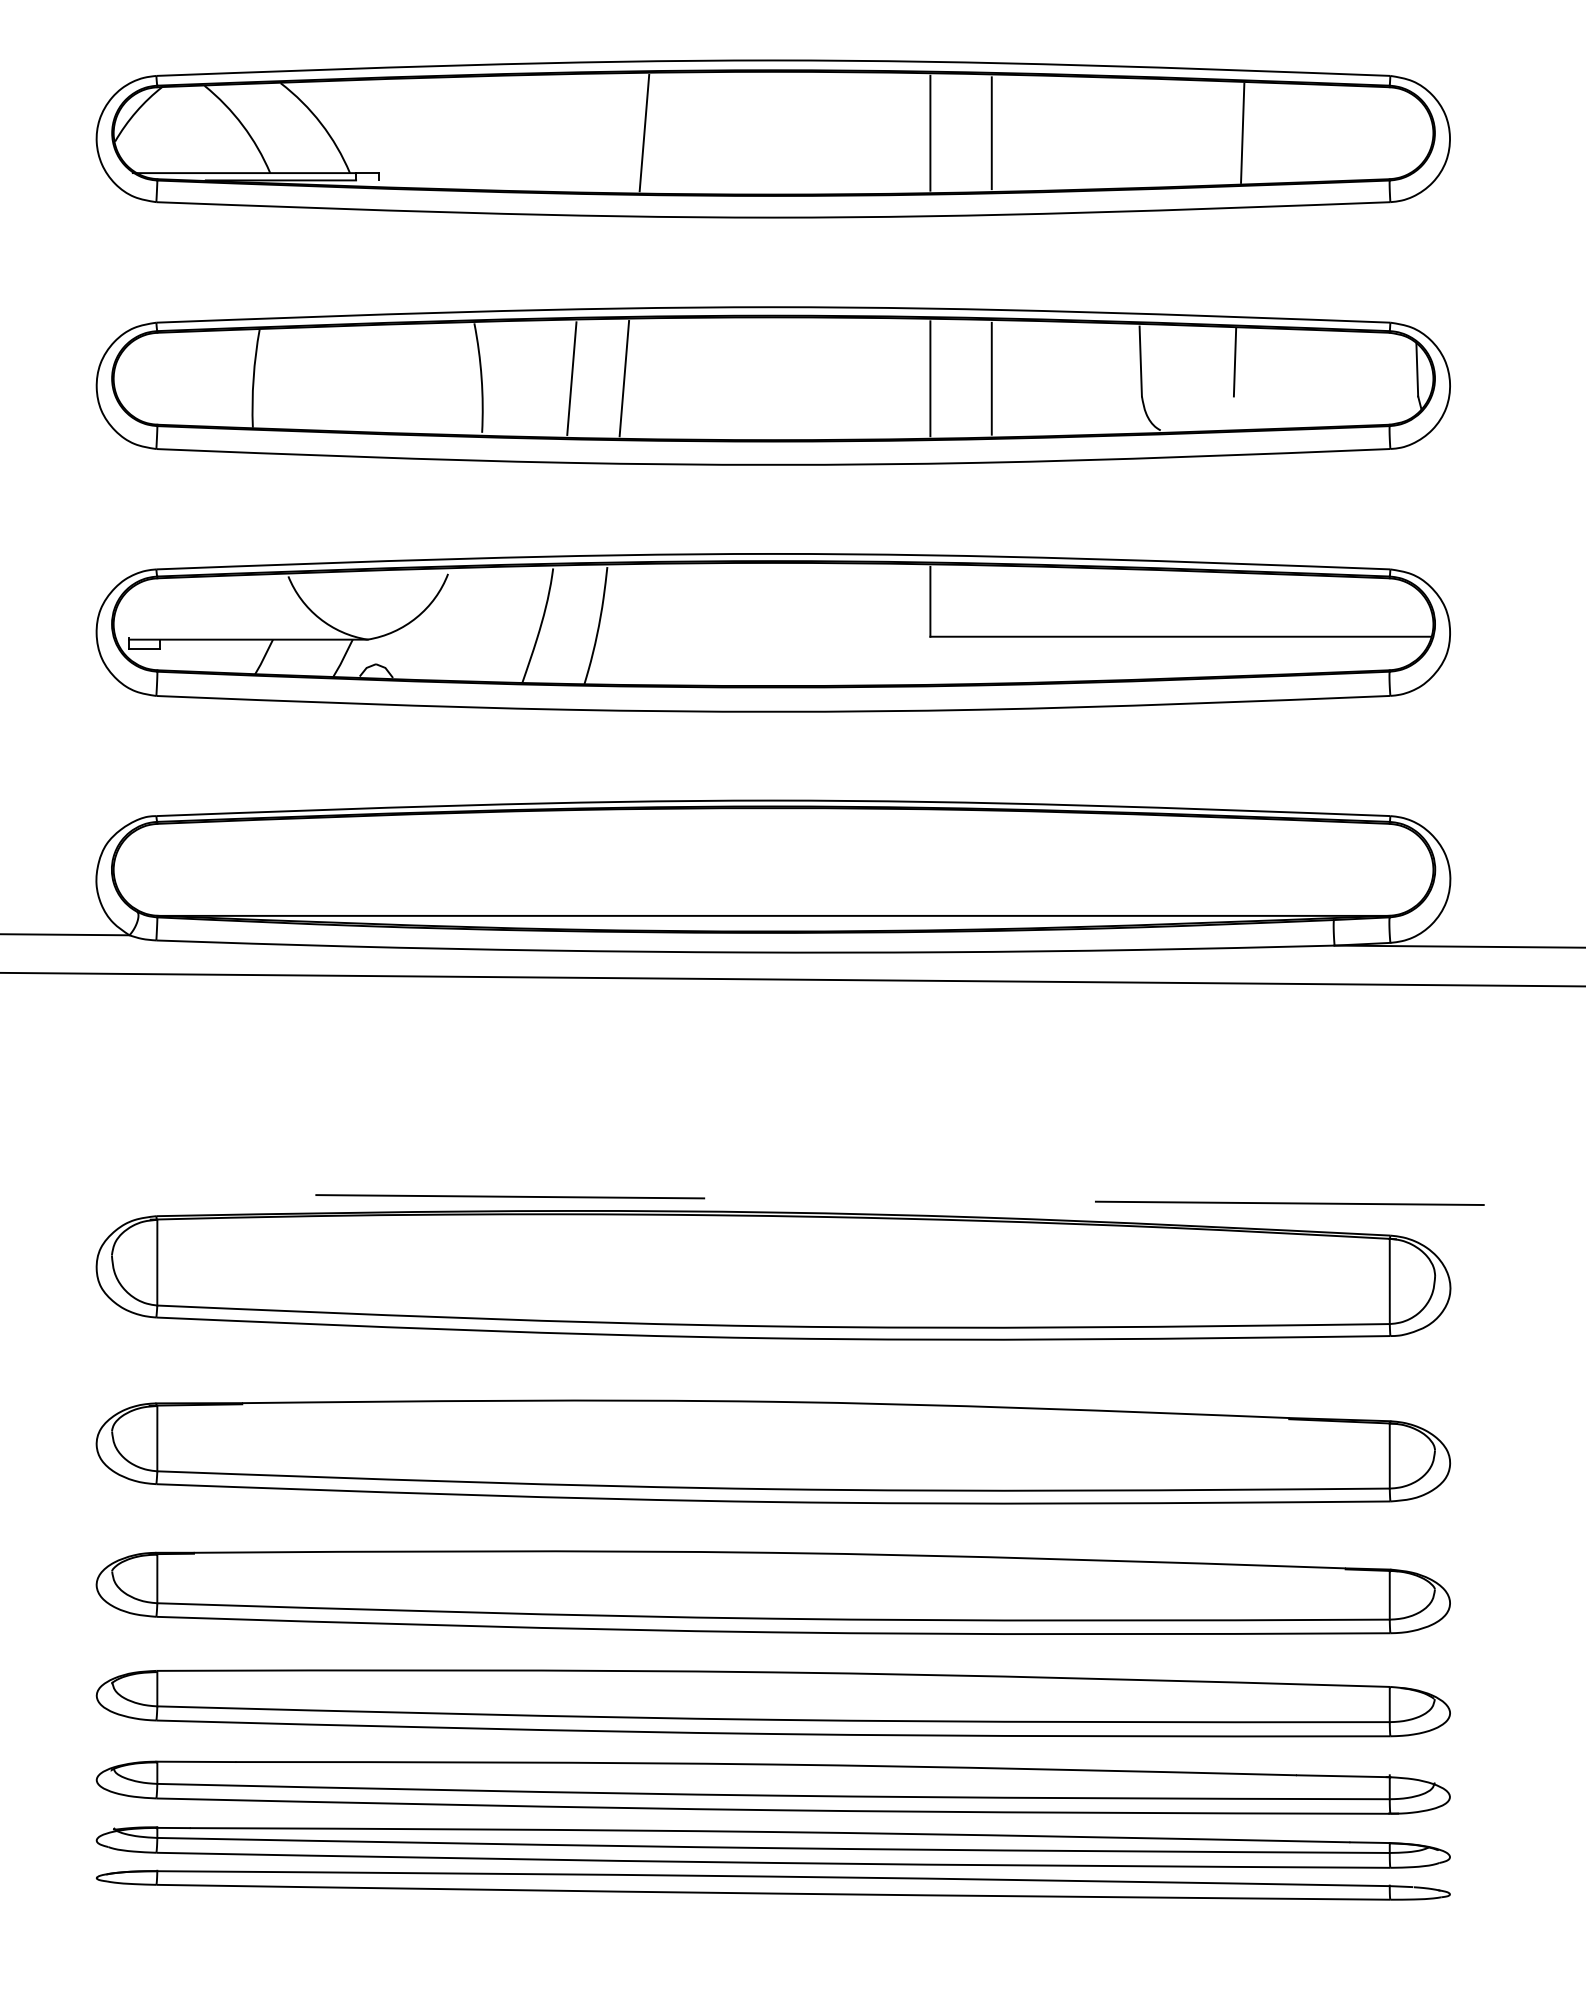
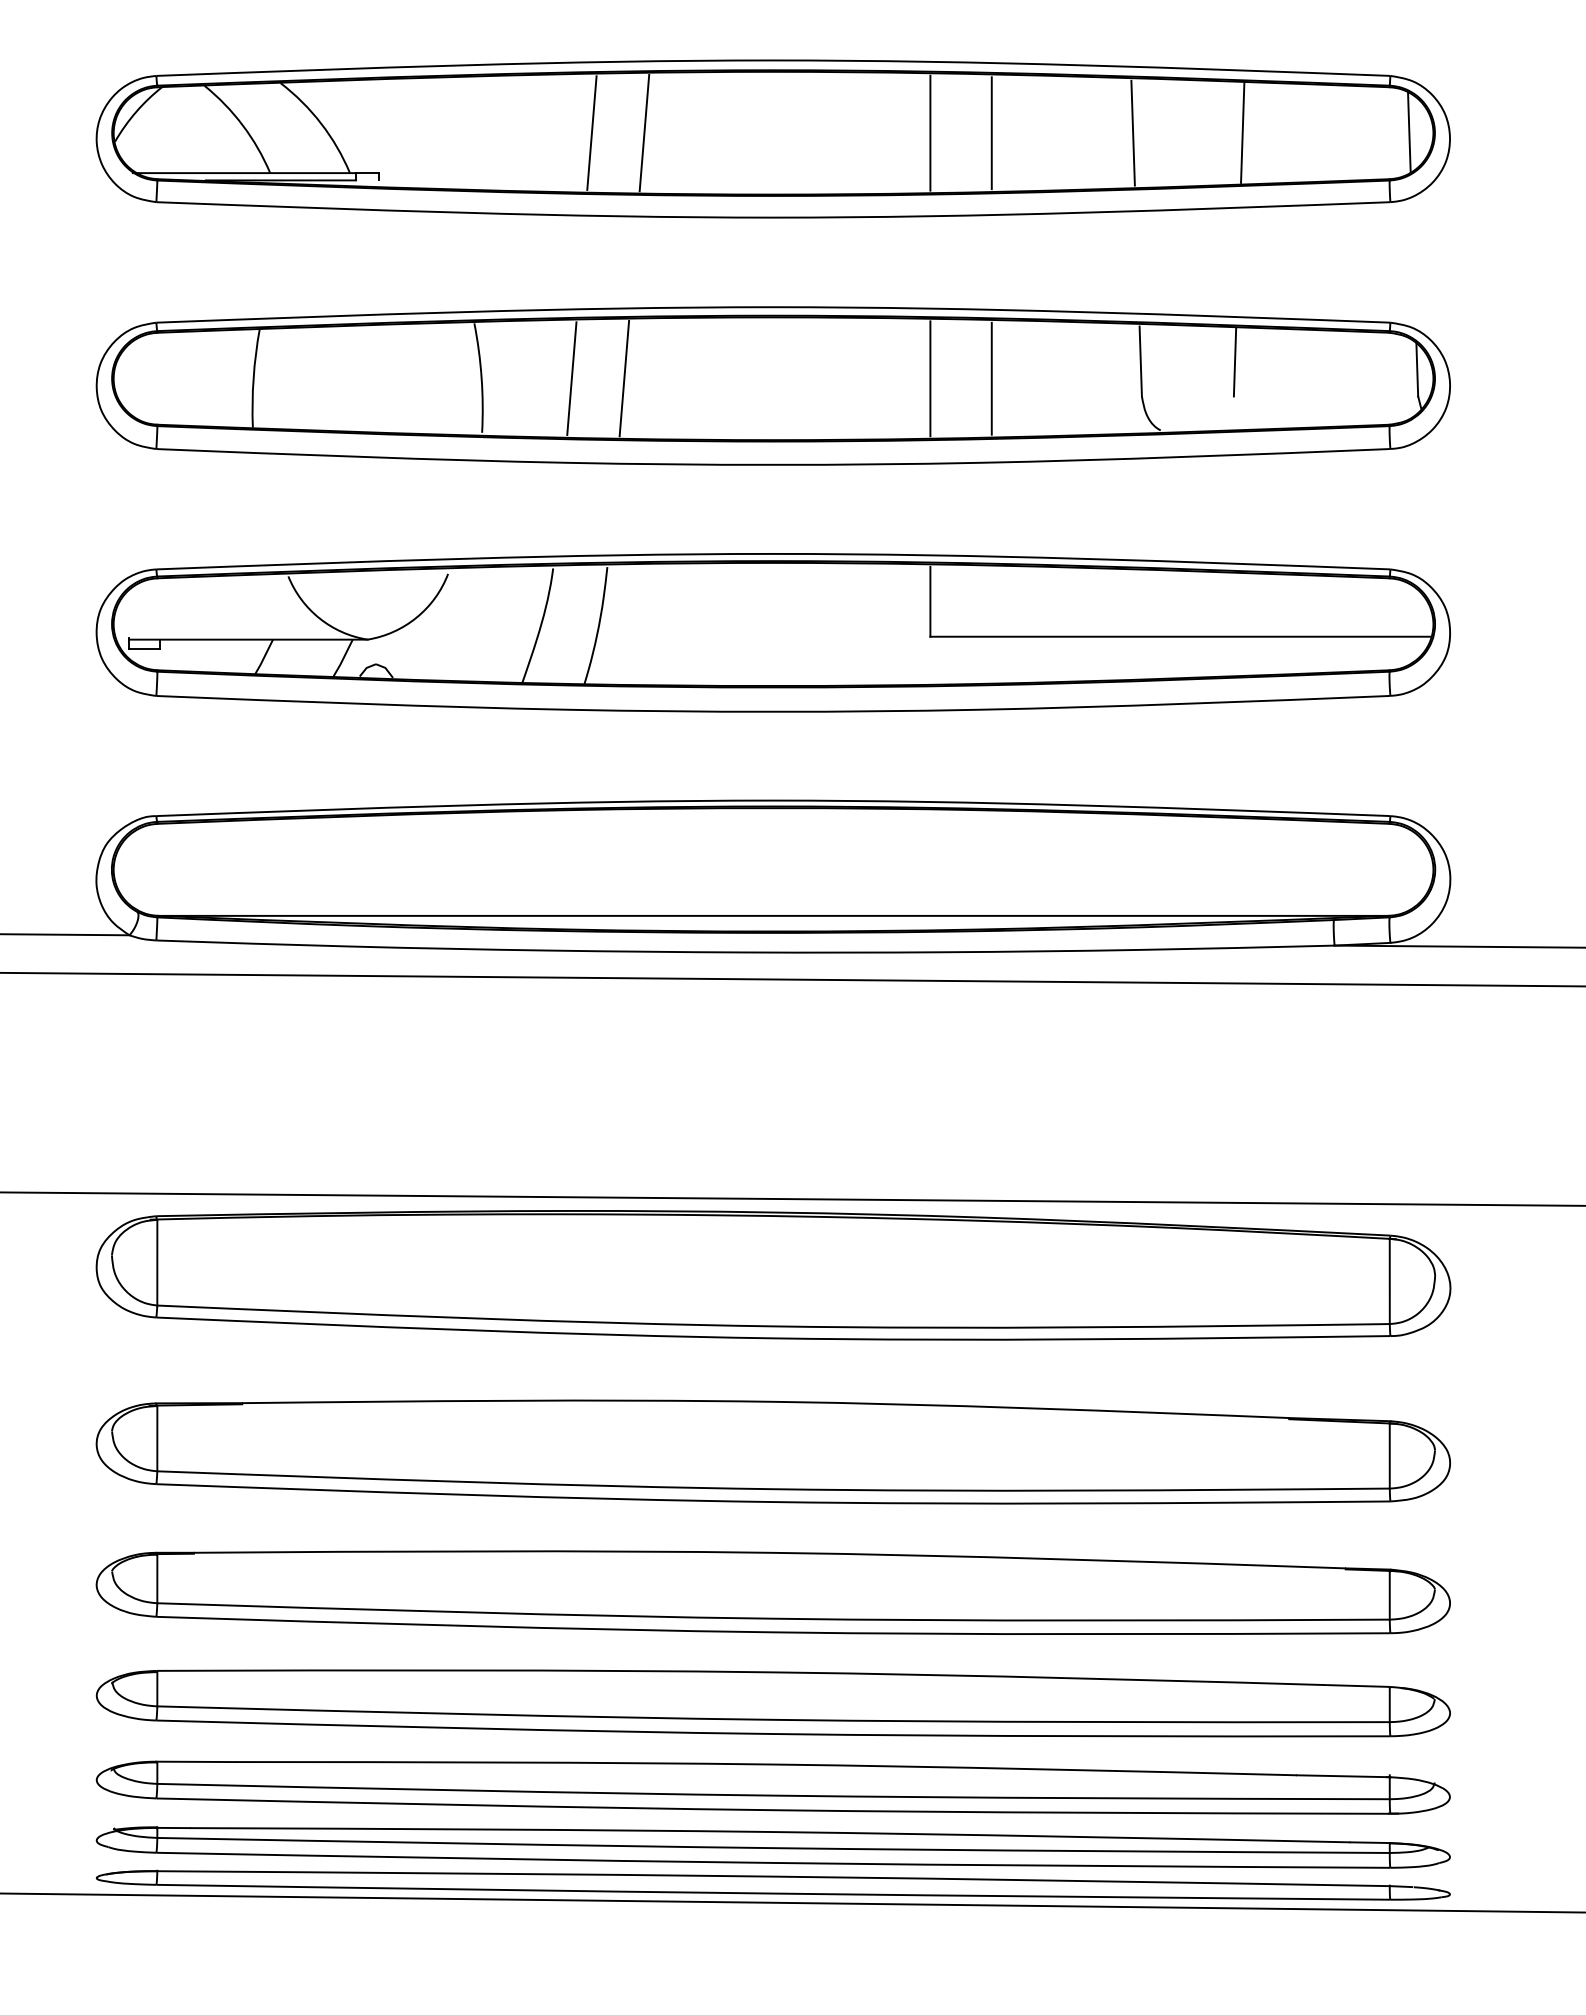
line at (591, 132): none -> present
line at (1132, 132): none -> present
line at (1409, 132): none -> present
line at (793, 1199): dashed -> solid
line at (792, 1902): none -> present
